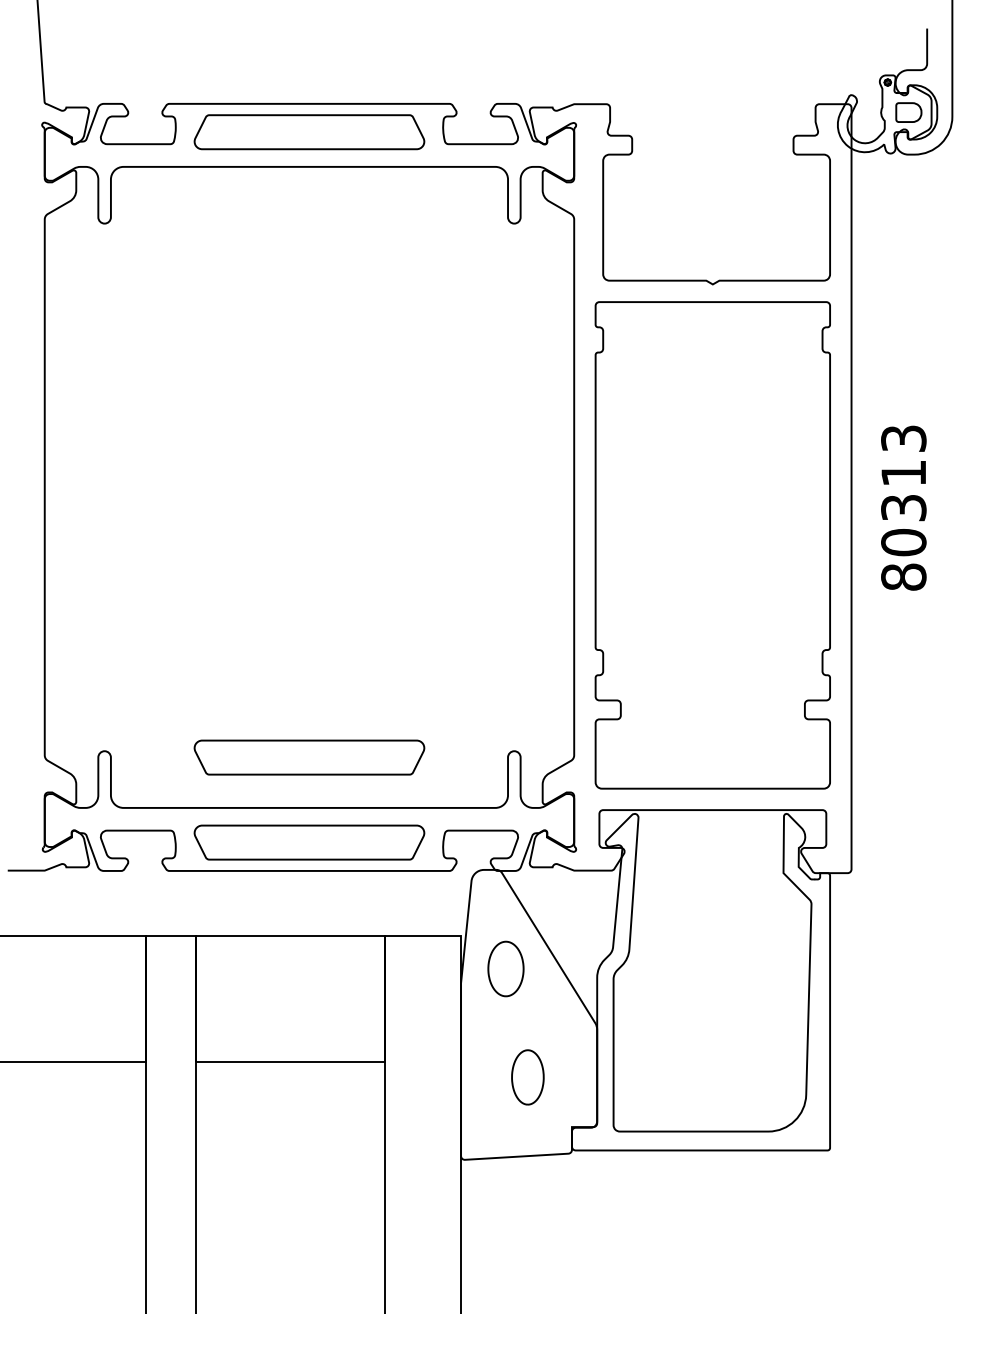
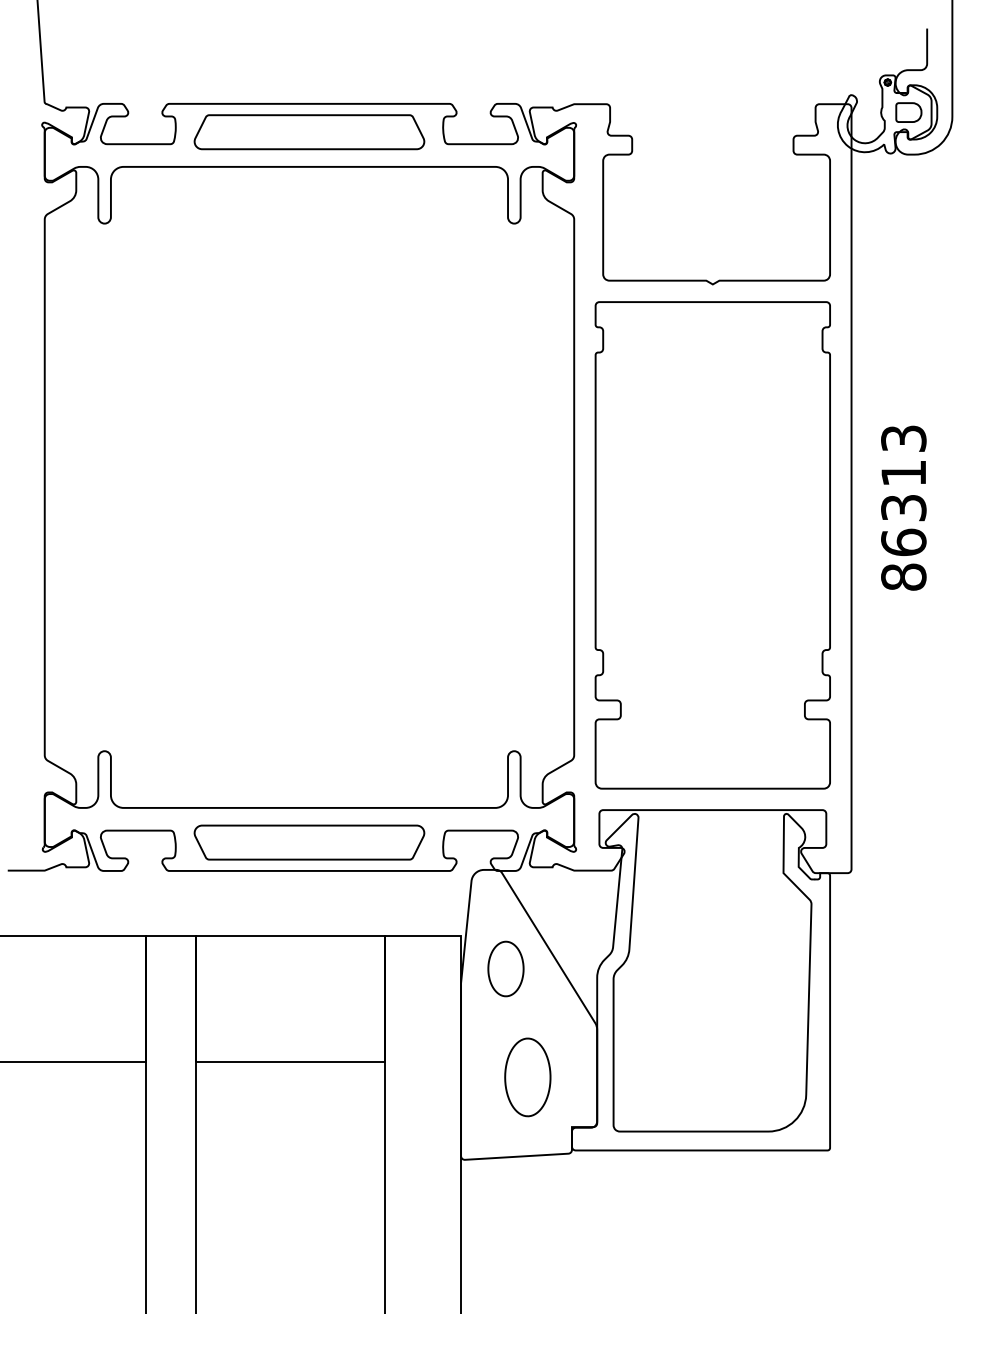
text at (903, 542): 80313 -> 86313
part at (309, 757): present -> none
part at (527, 1077) size: 34x57 px -> 48x81 px
